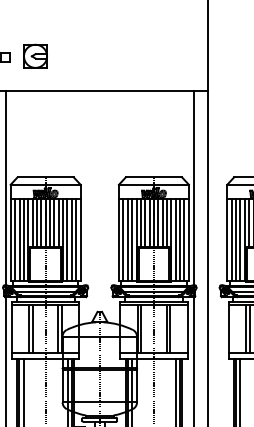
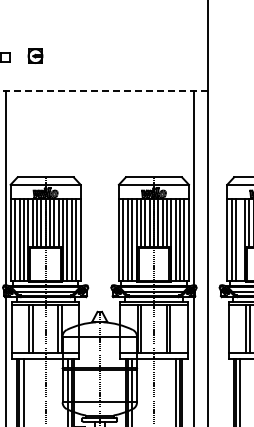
part at (35, 55) size: 25x26 px -> 17x16 px
line at (104, 91): solid -> dashed
line at (240, 239): present -> none
